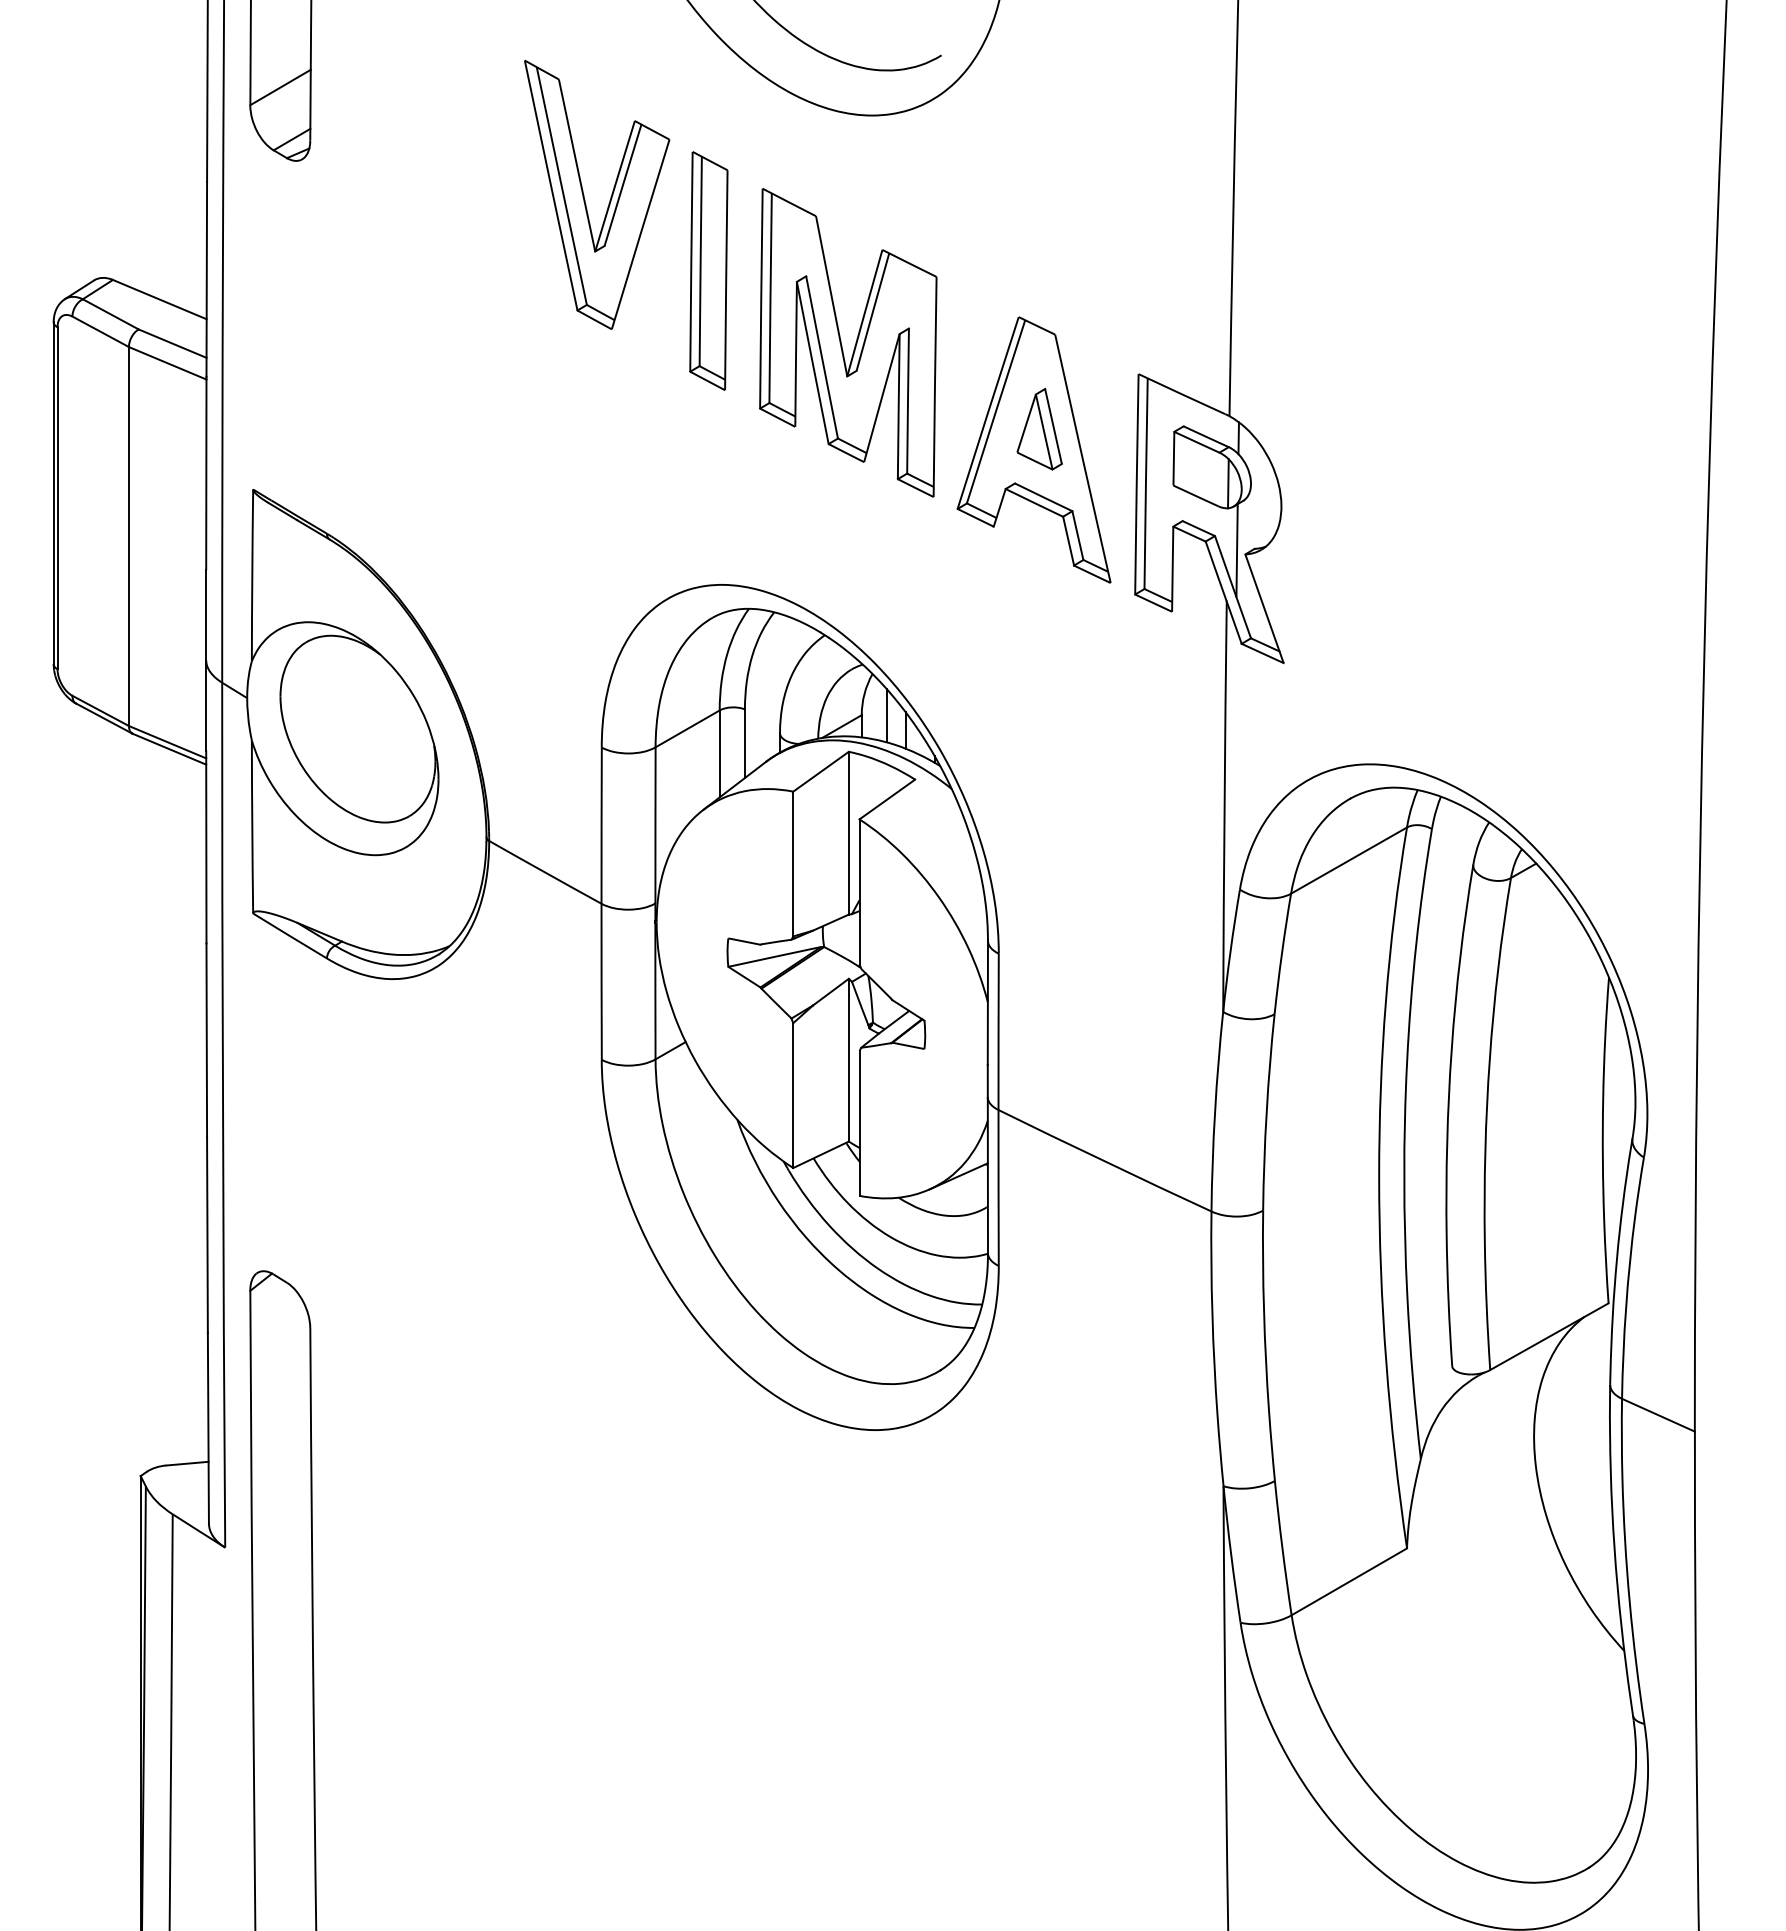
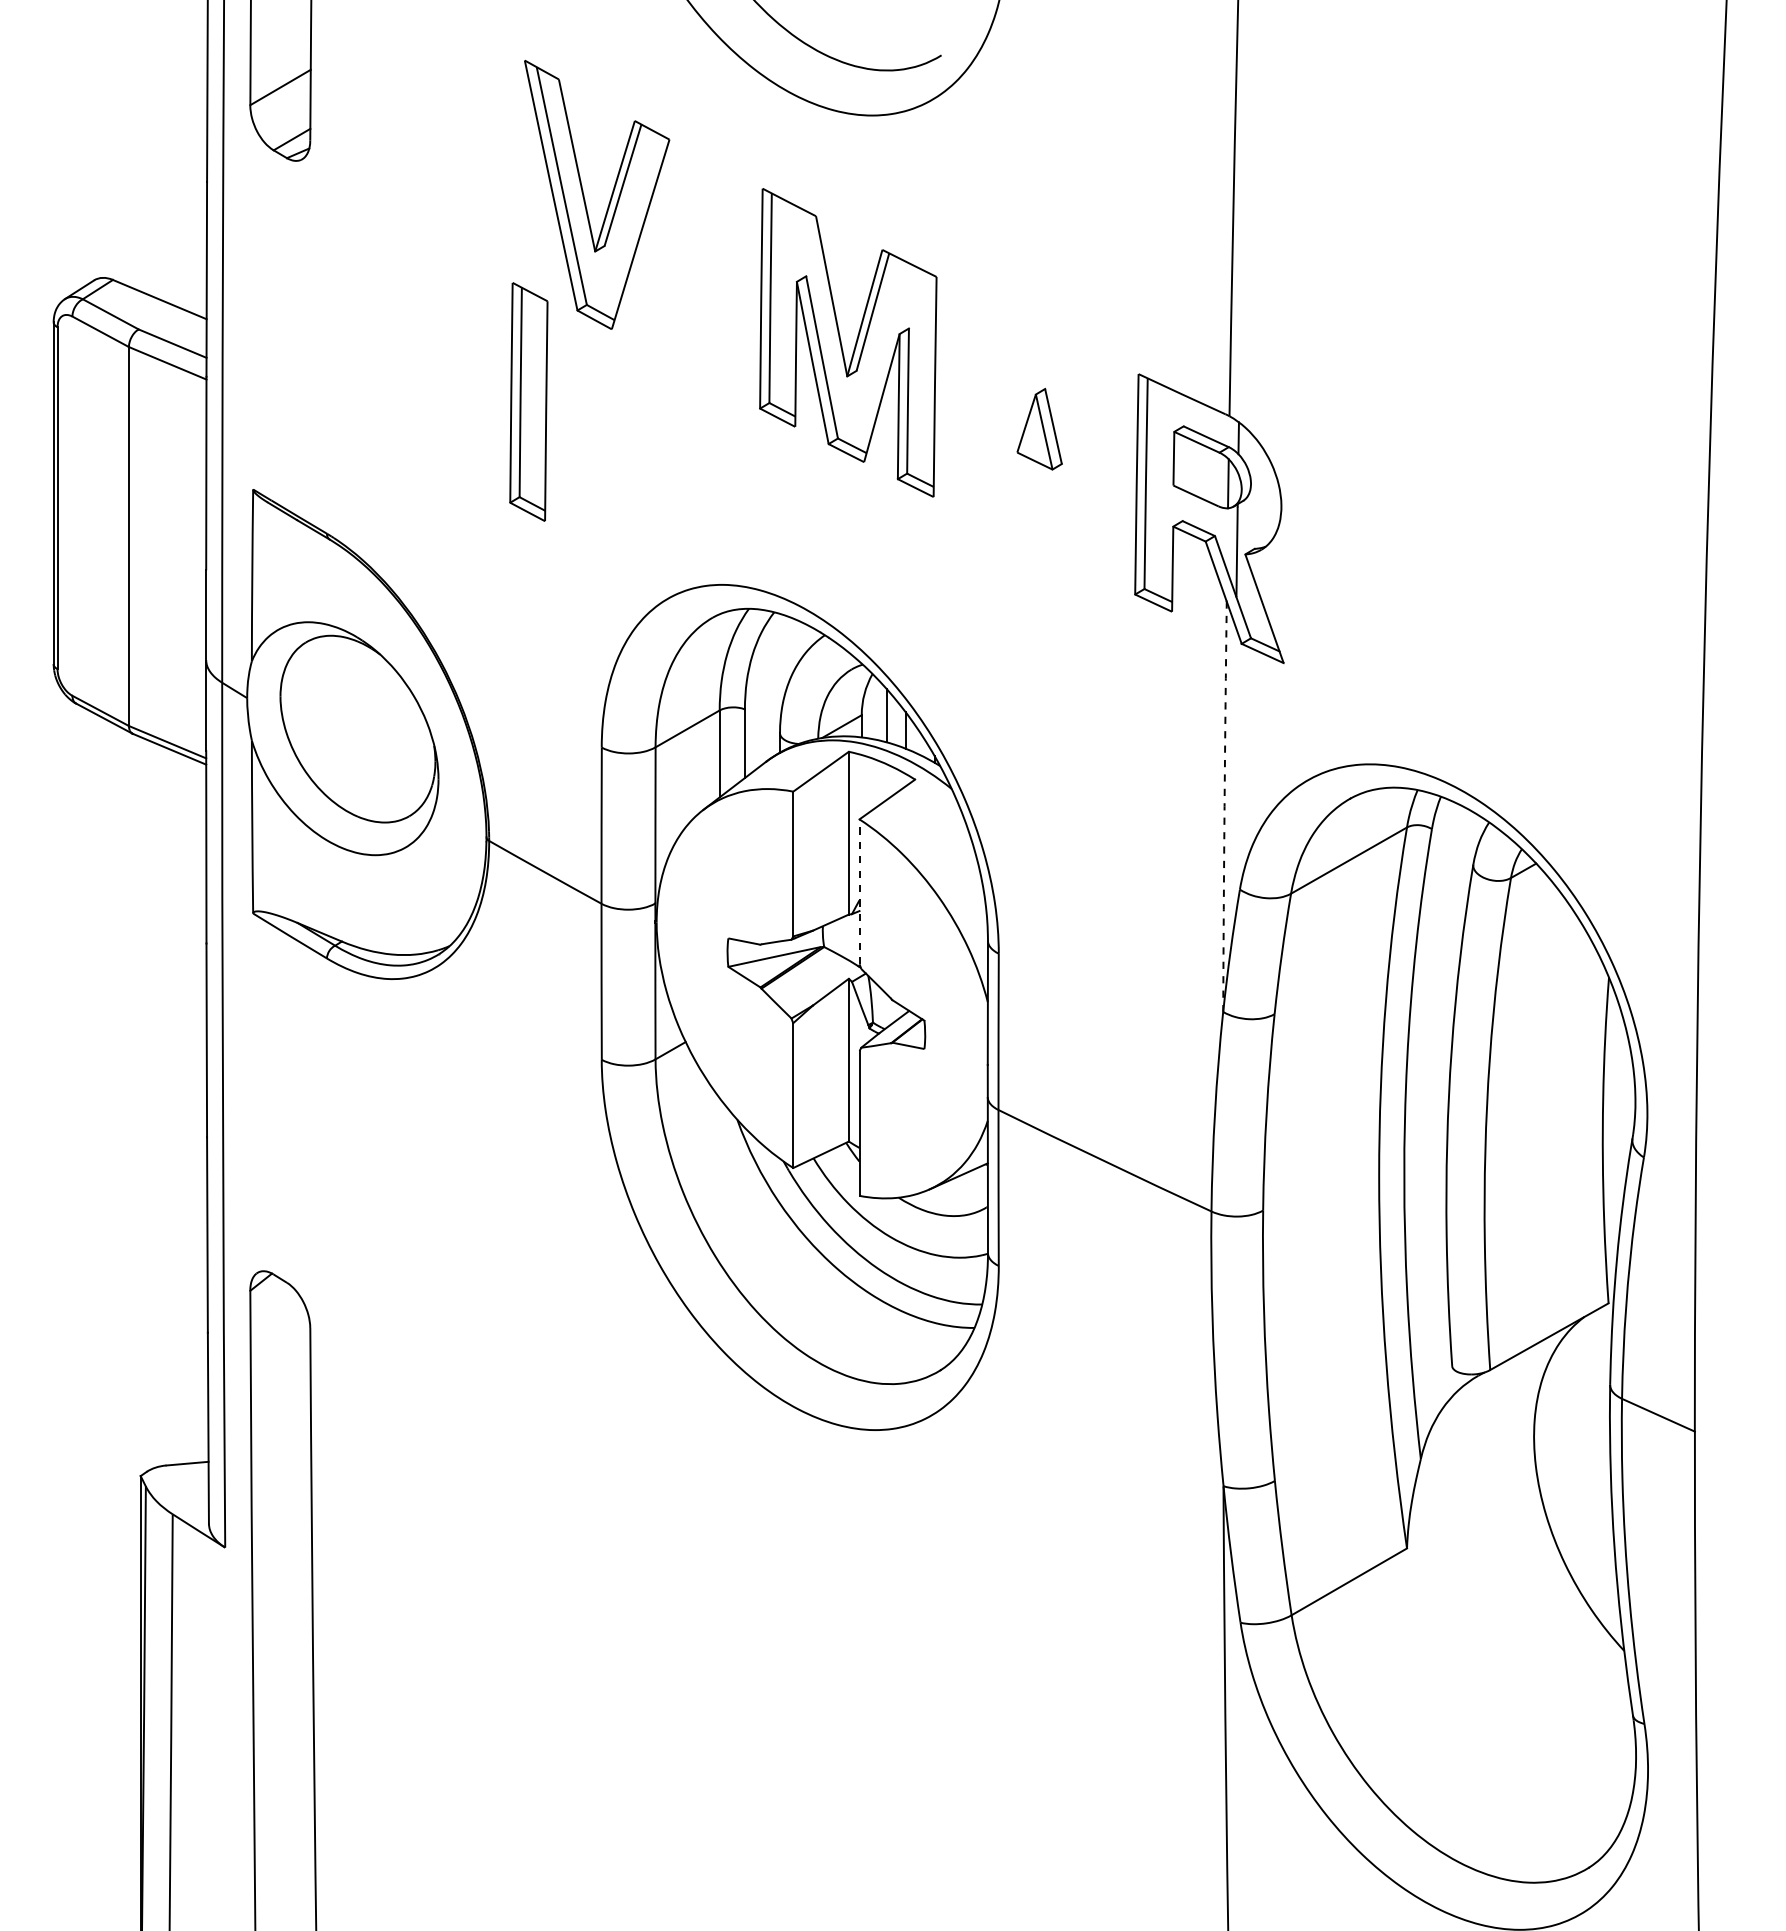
part at (708, 270) position: (708, 270) -> (528, 401)
part at (1033, 449): present -> none
arc at (1224, 806): solid -> dashed
line at (859, 891): solid -> dashed
